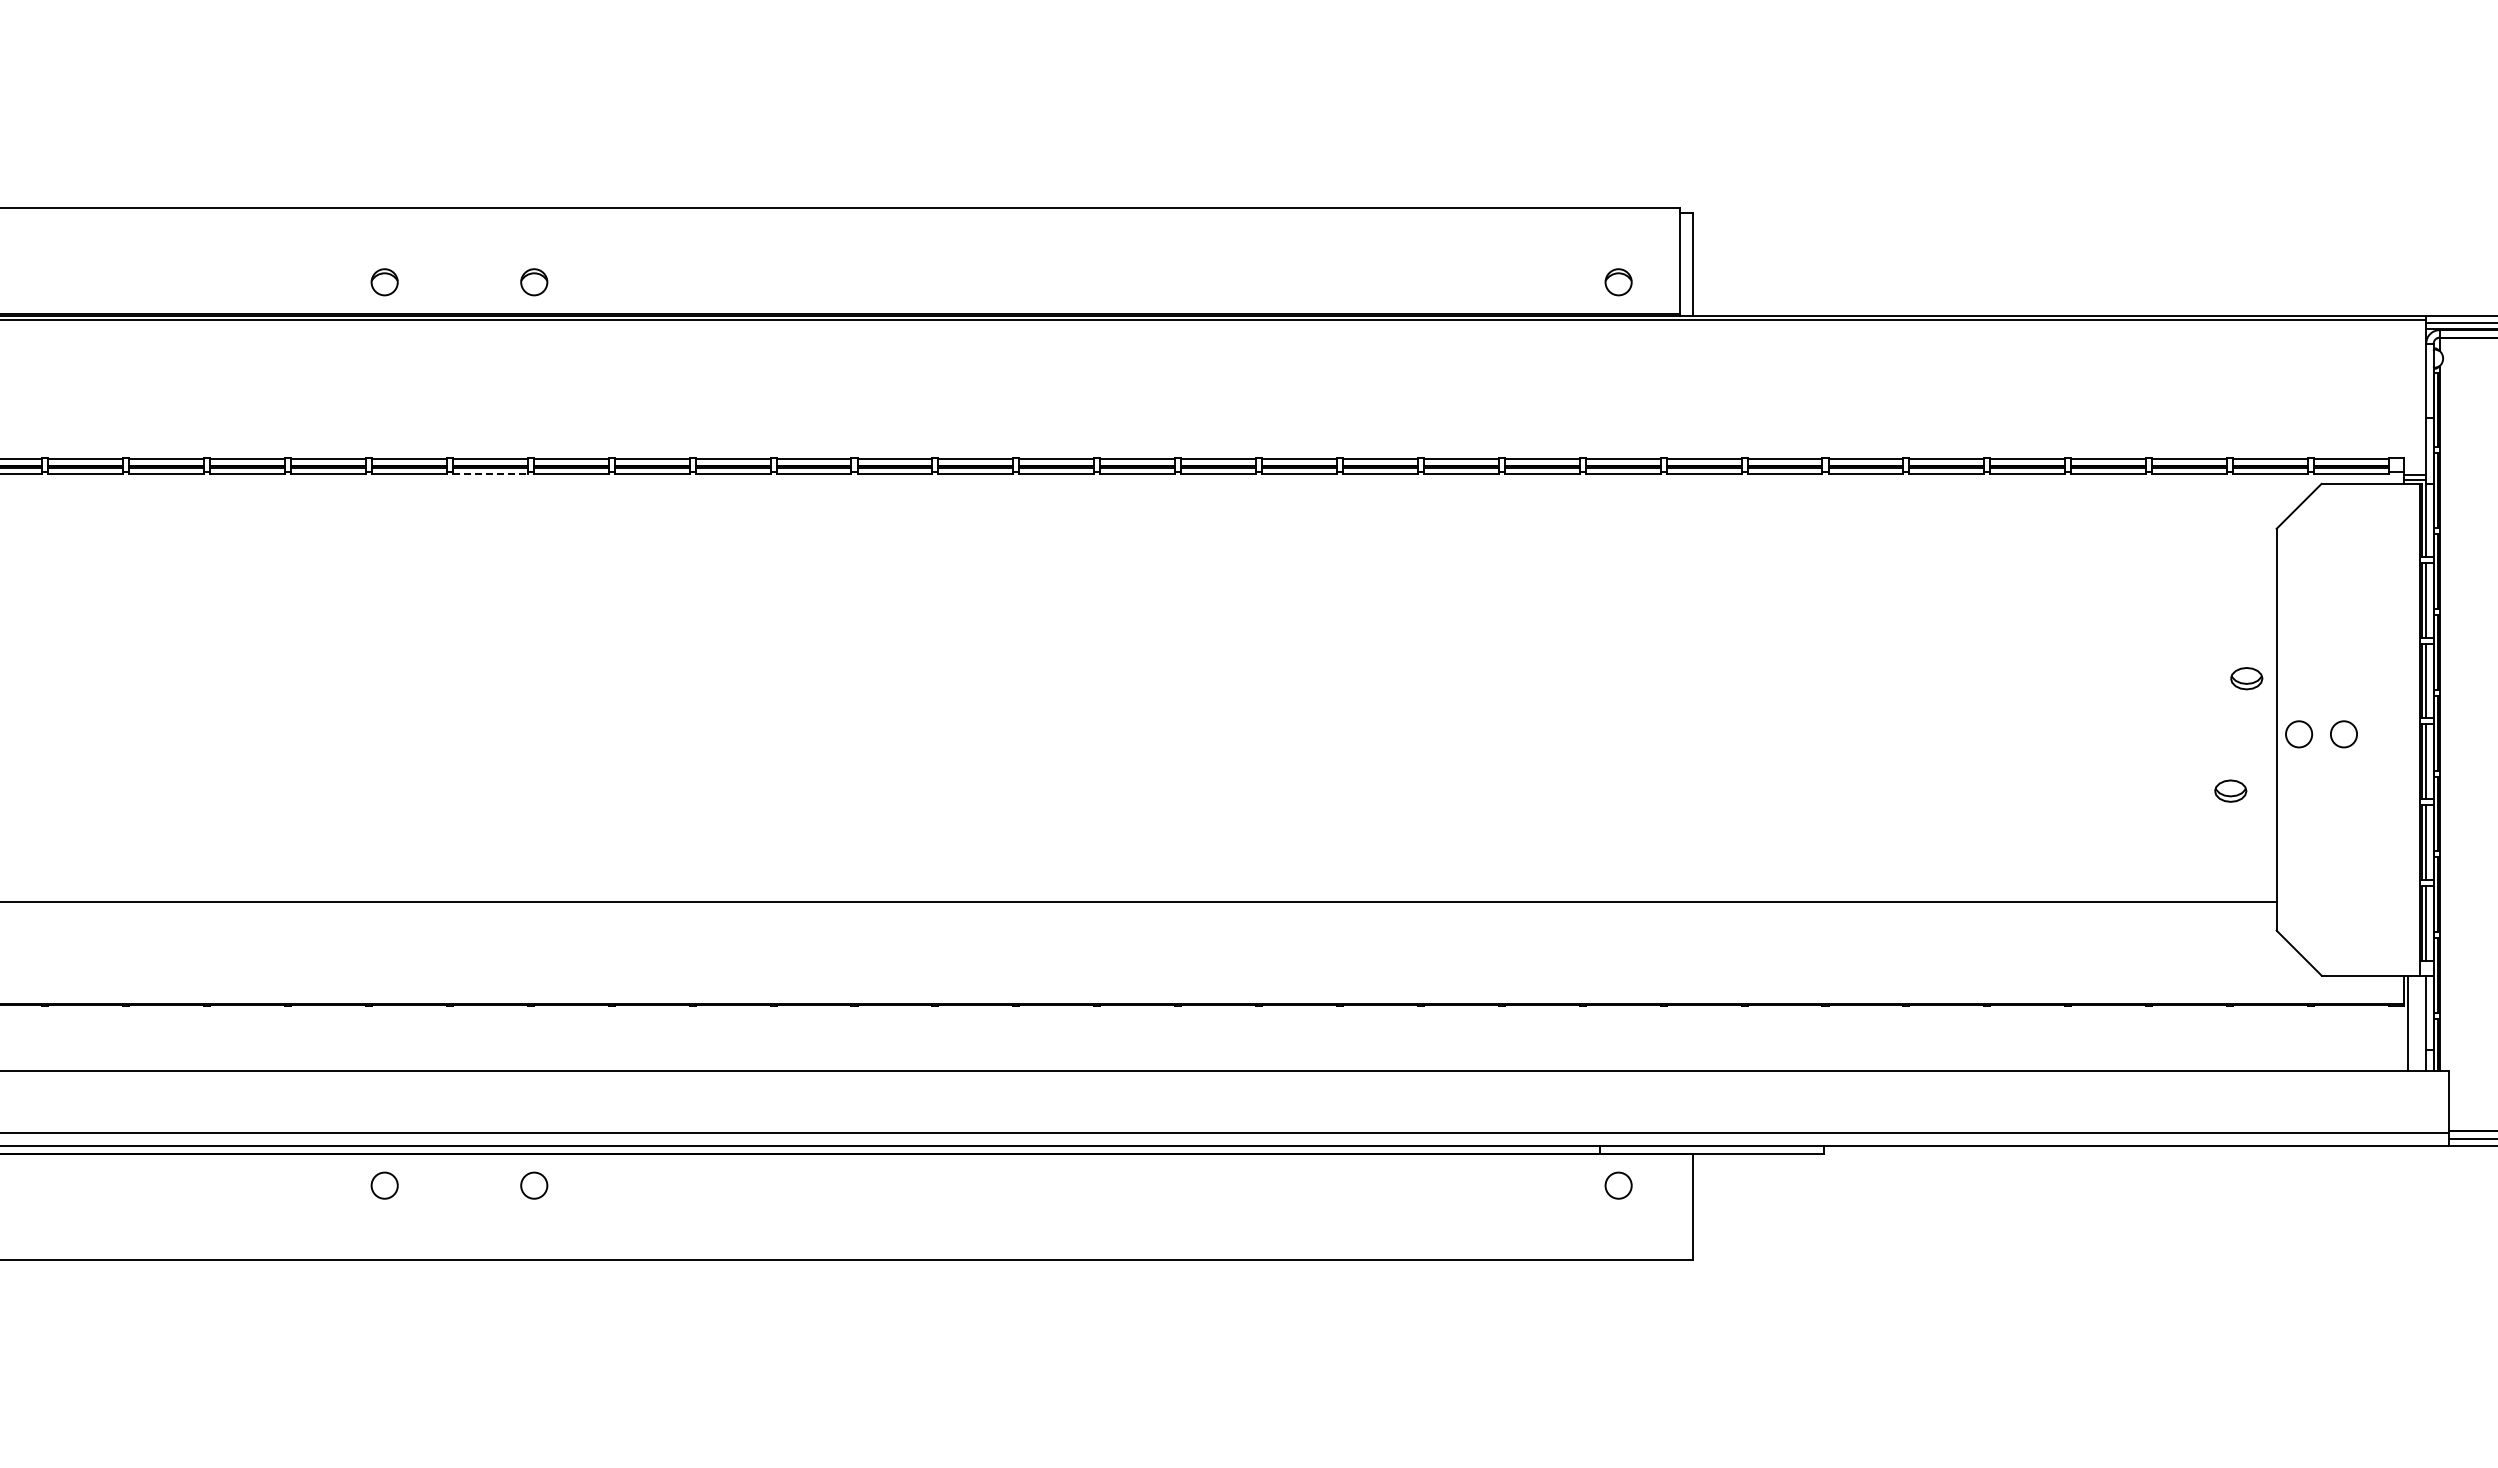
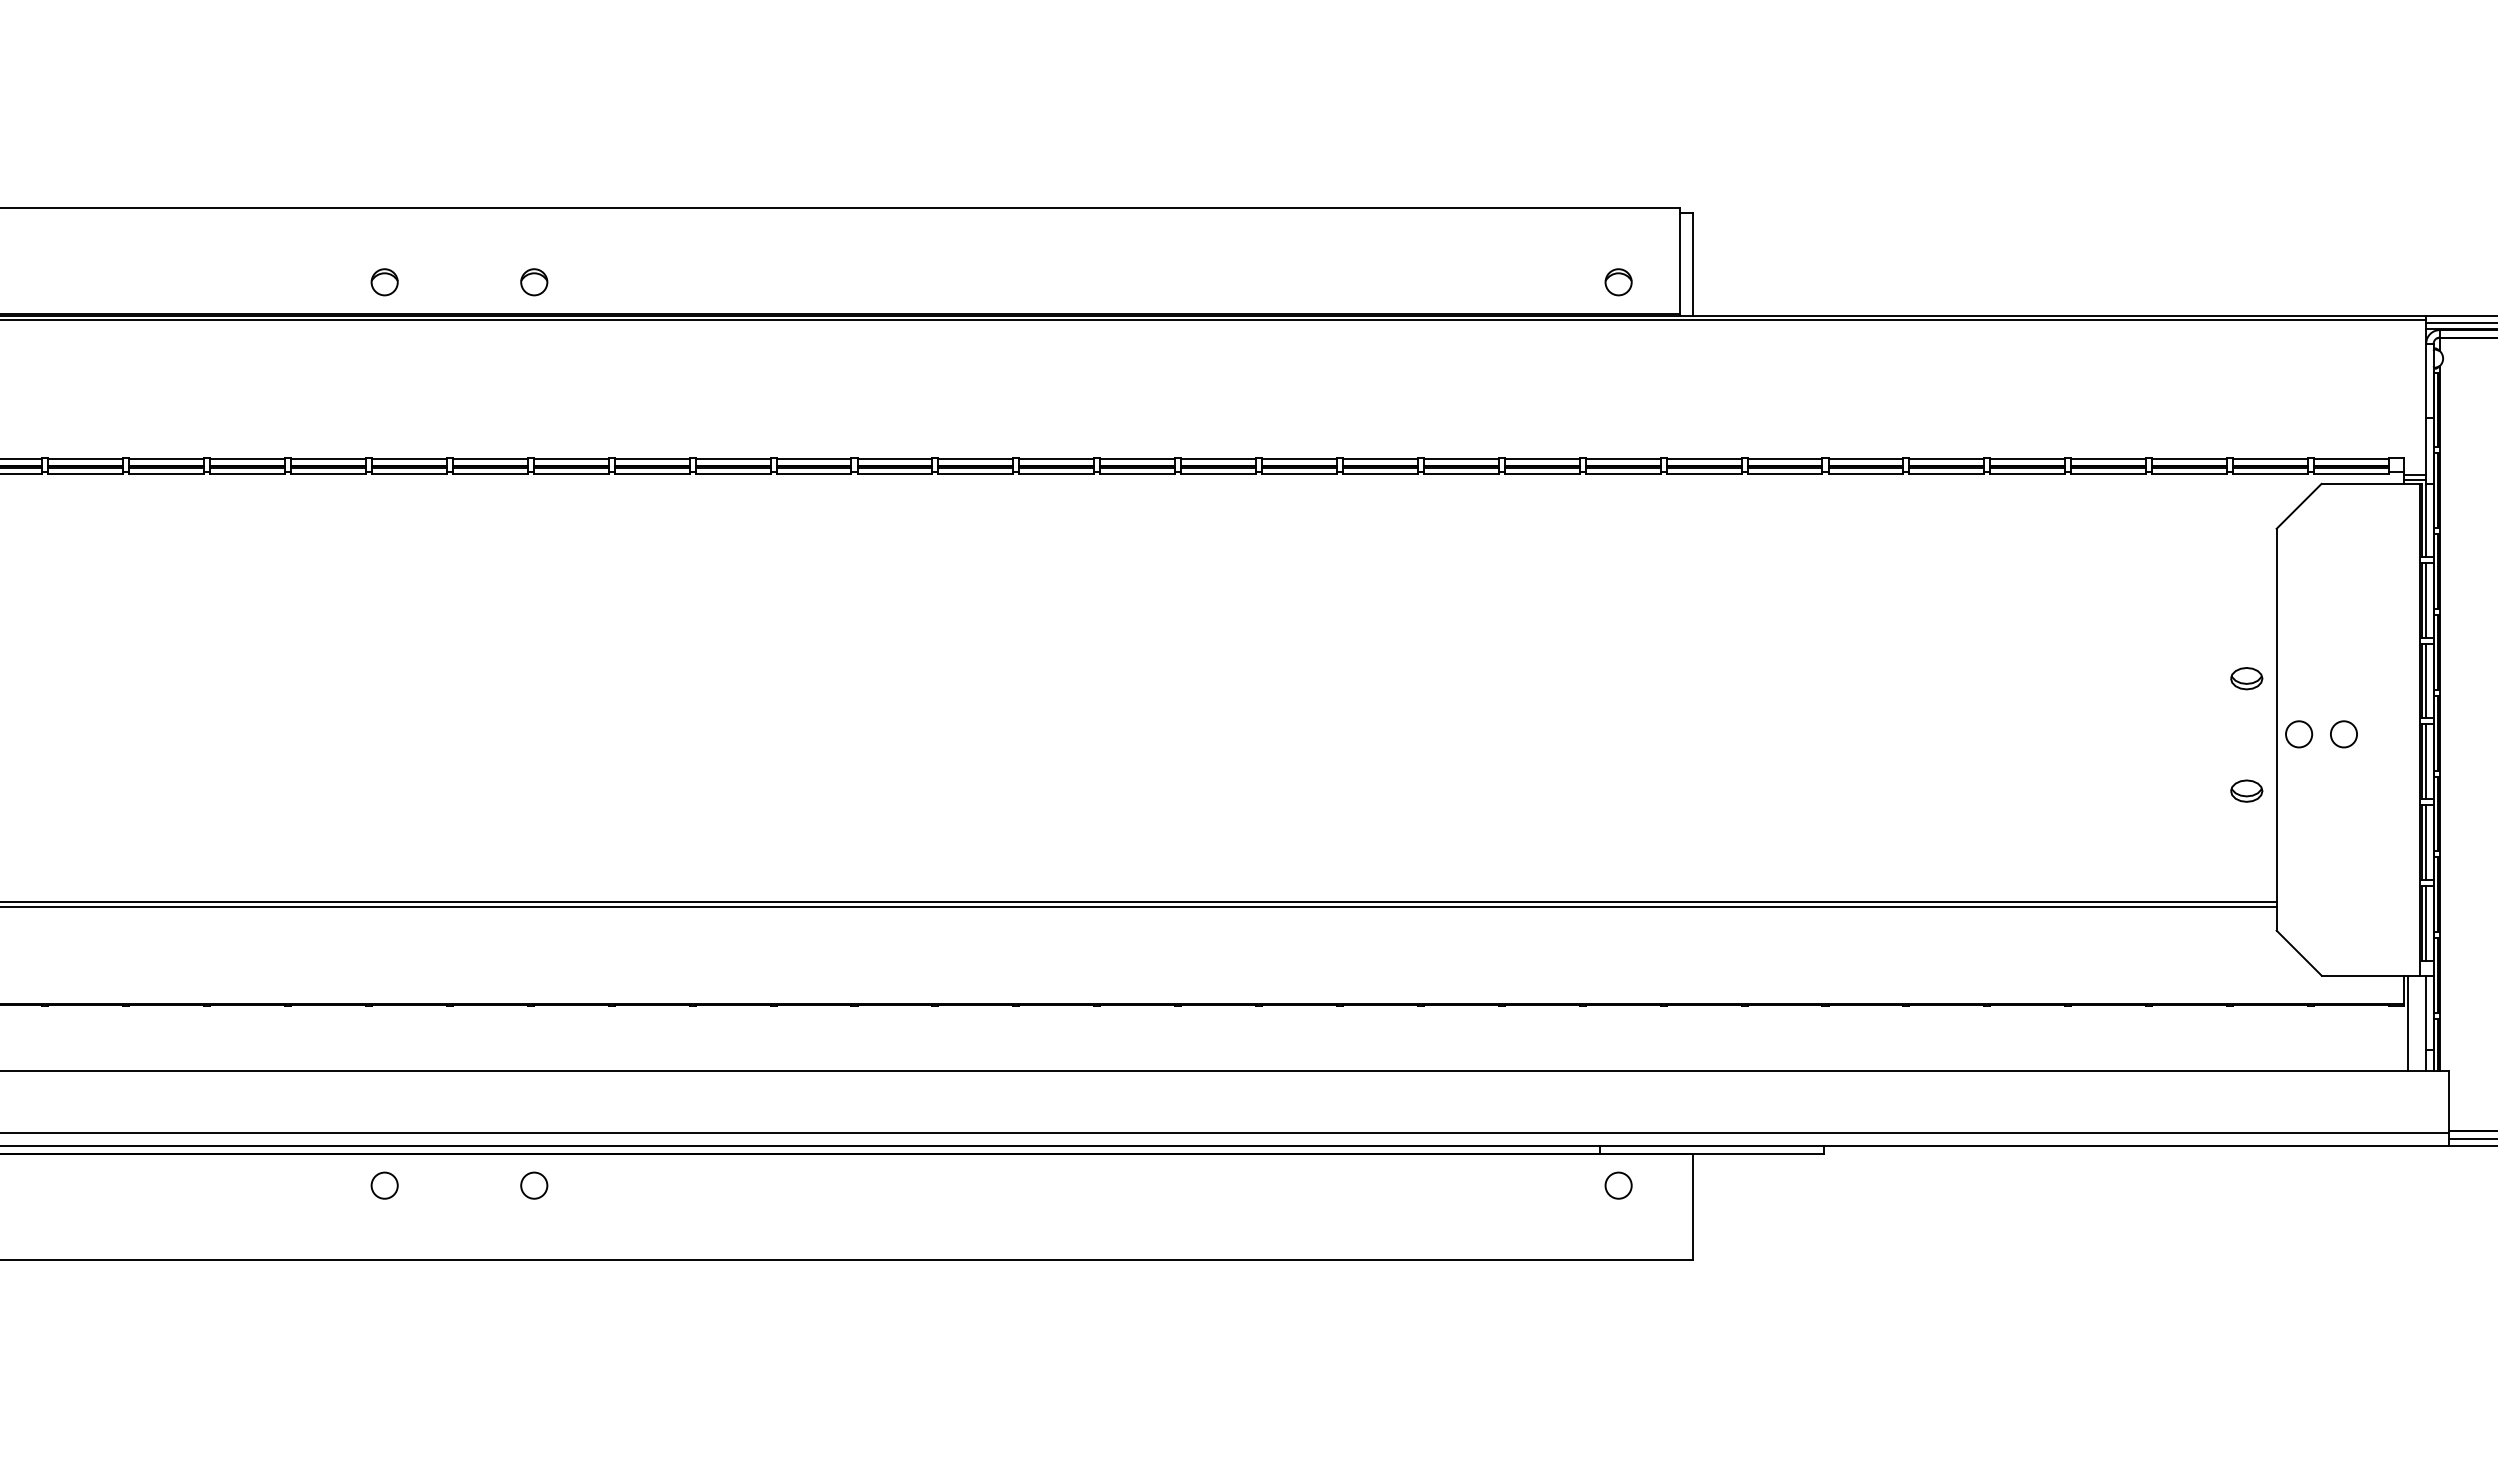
line at (490, 473): dashed -> solid
part at (2230, 790) position: (2230, 790) -> (2246, 790)
line at (1139, 907): none -> present
